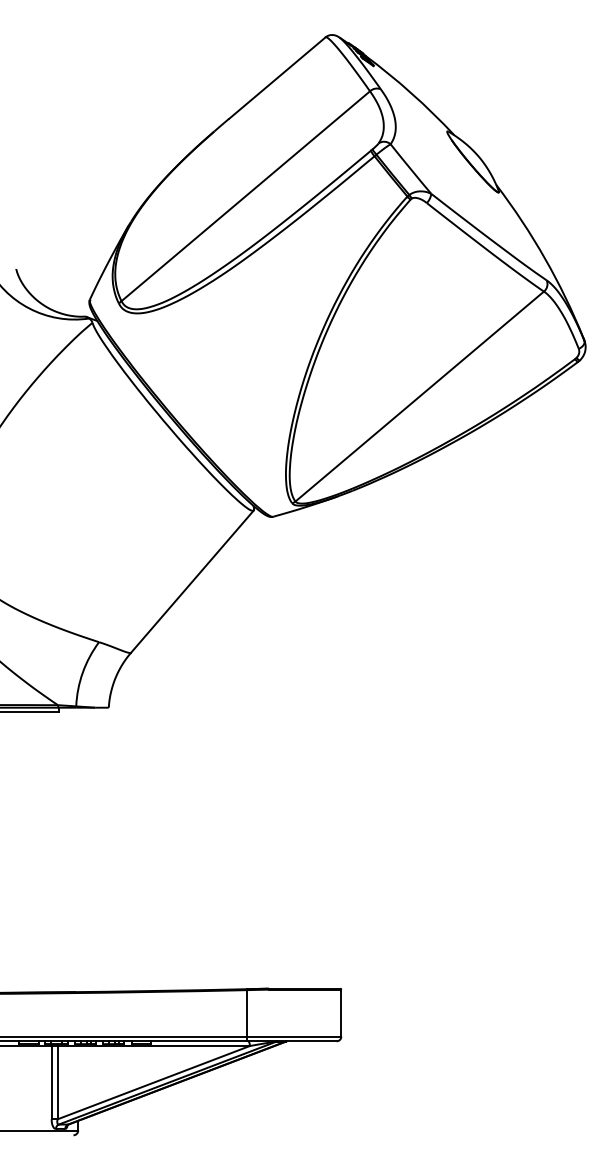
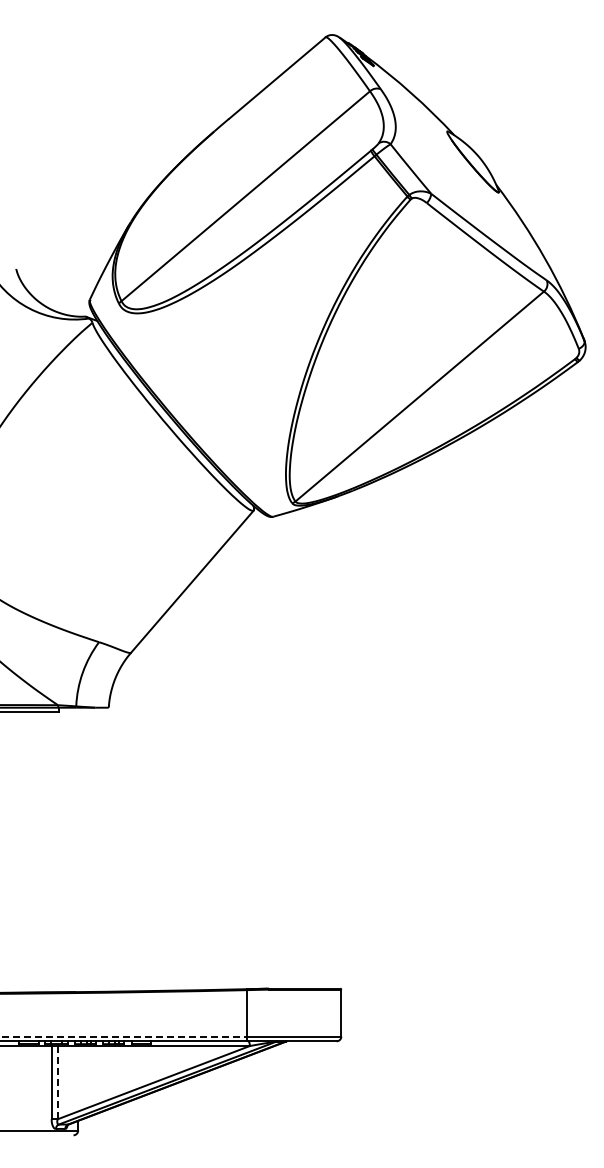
line at (124, 1036): solid -> dashed
line at (57, 1082): solid -> dashed
